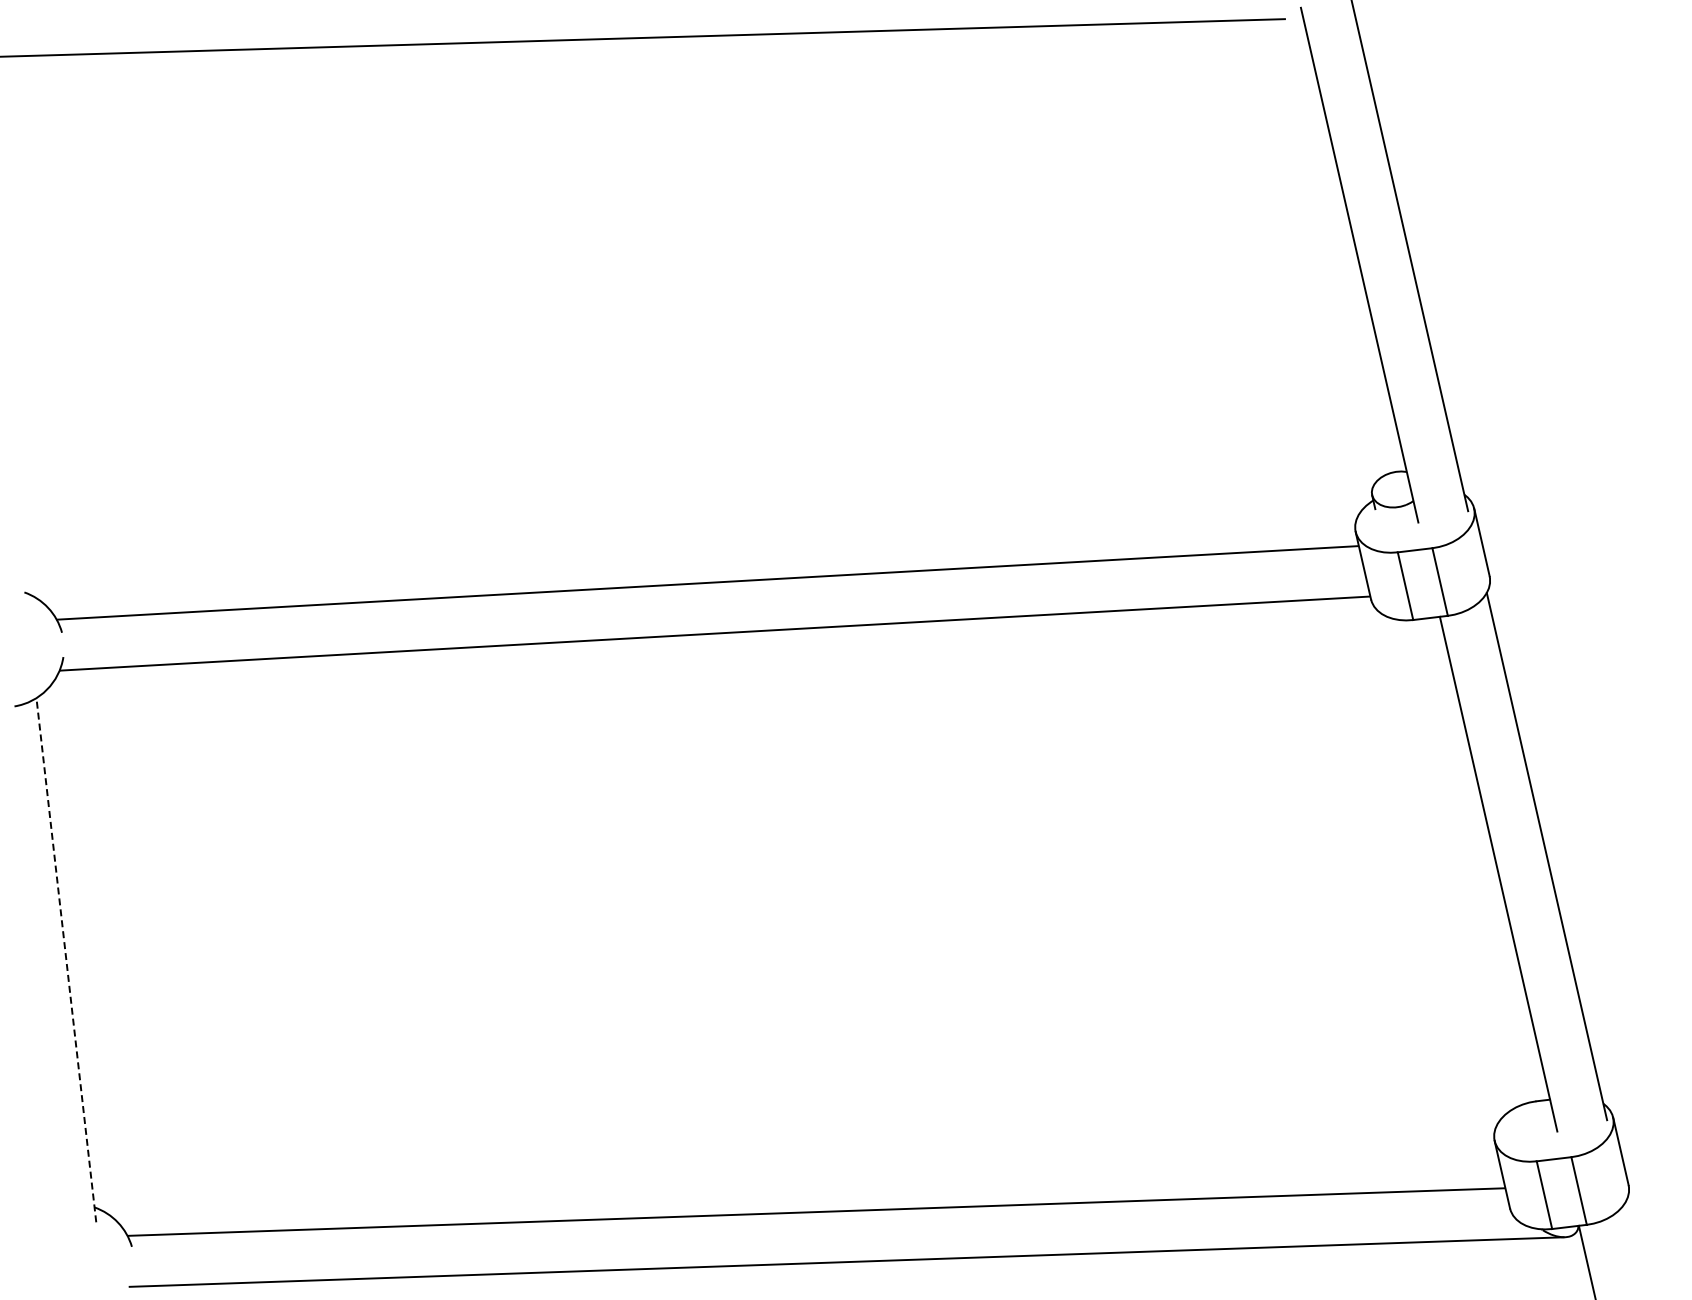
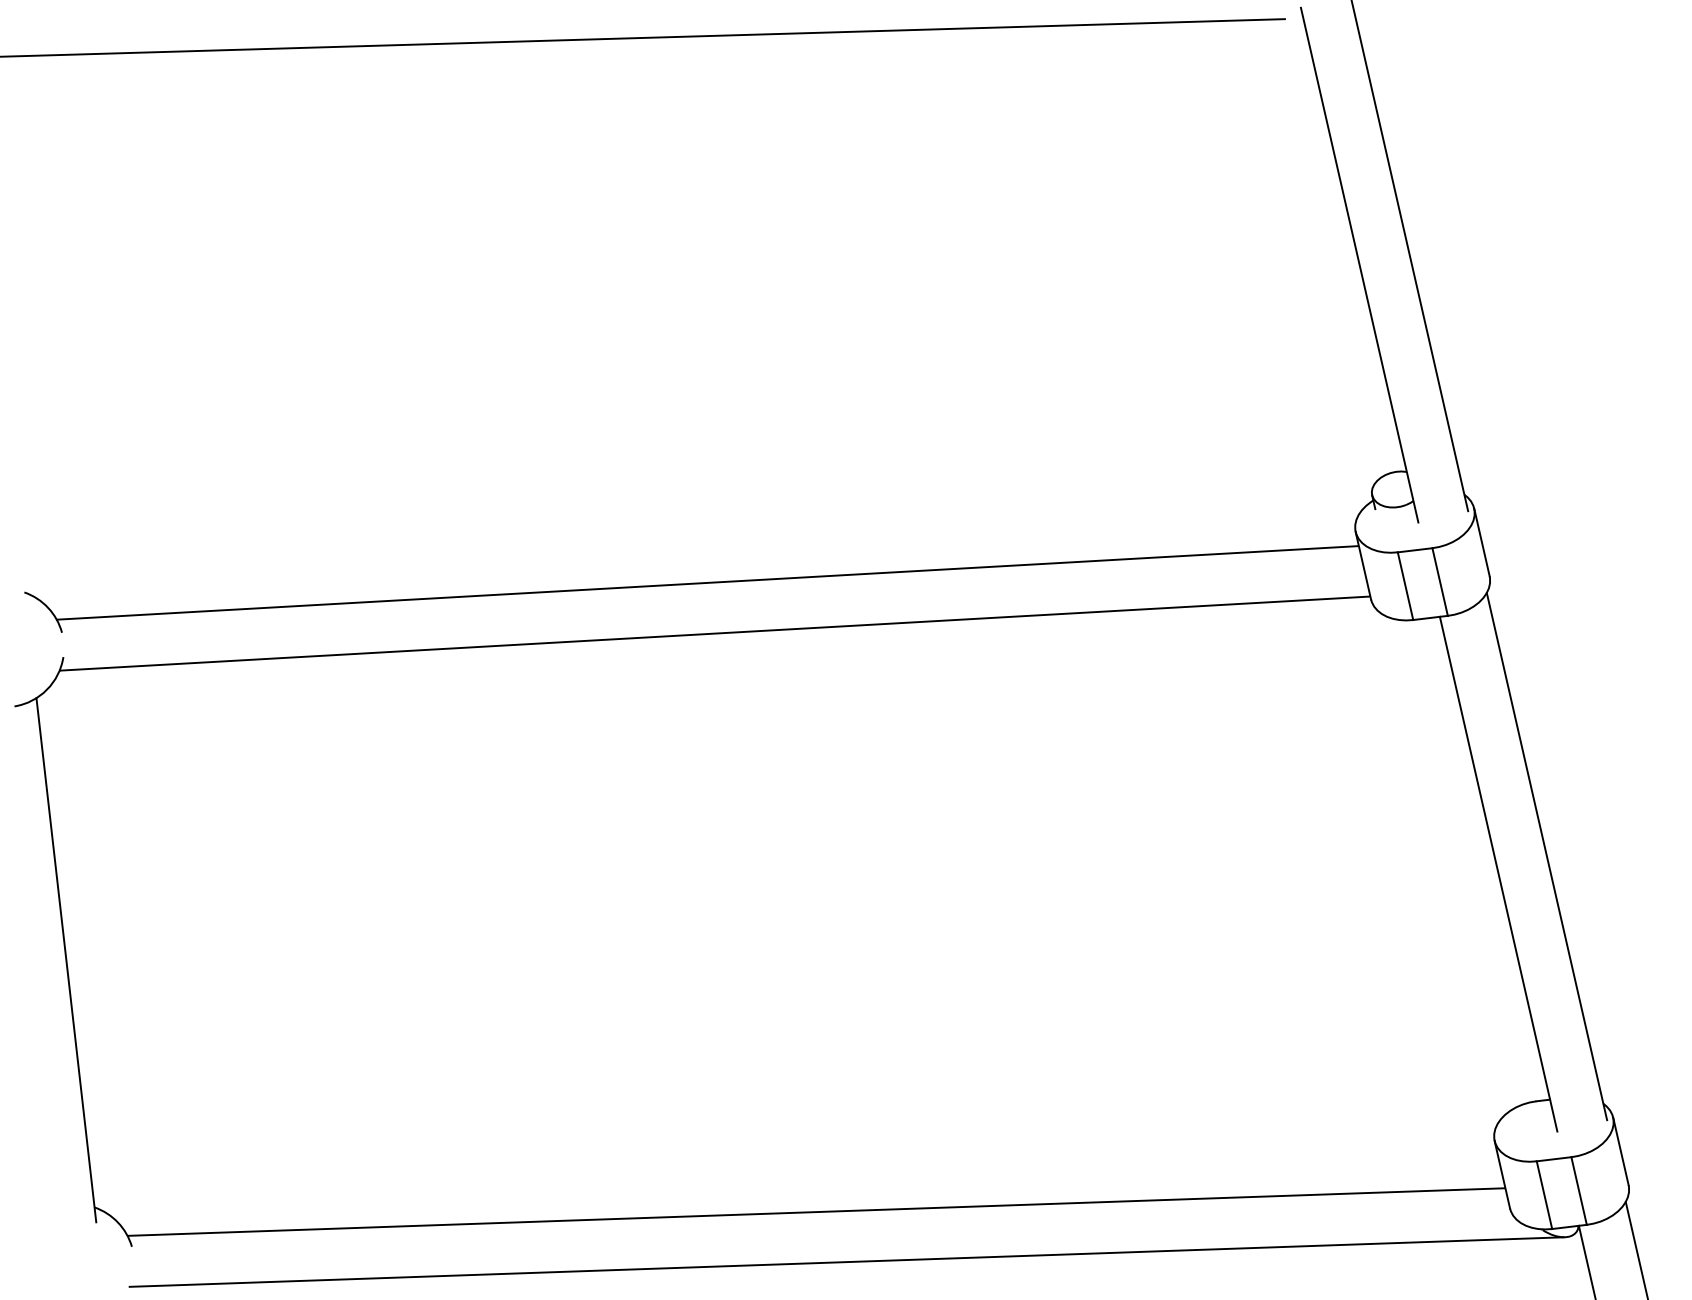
line at (66, 960): dashed -> solid
line at (1636, 1248): none -> present
